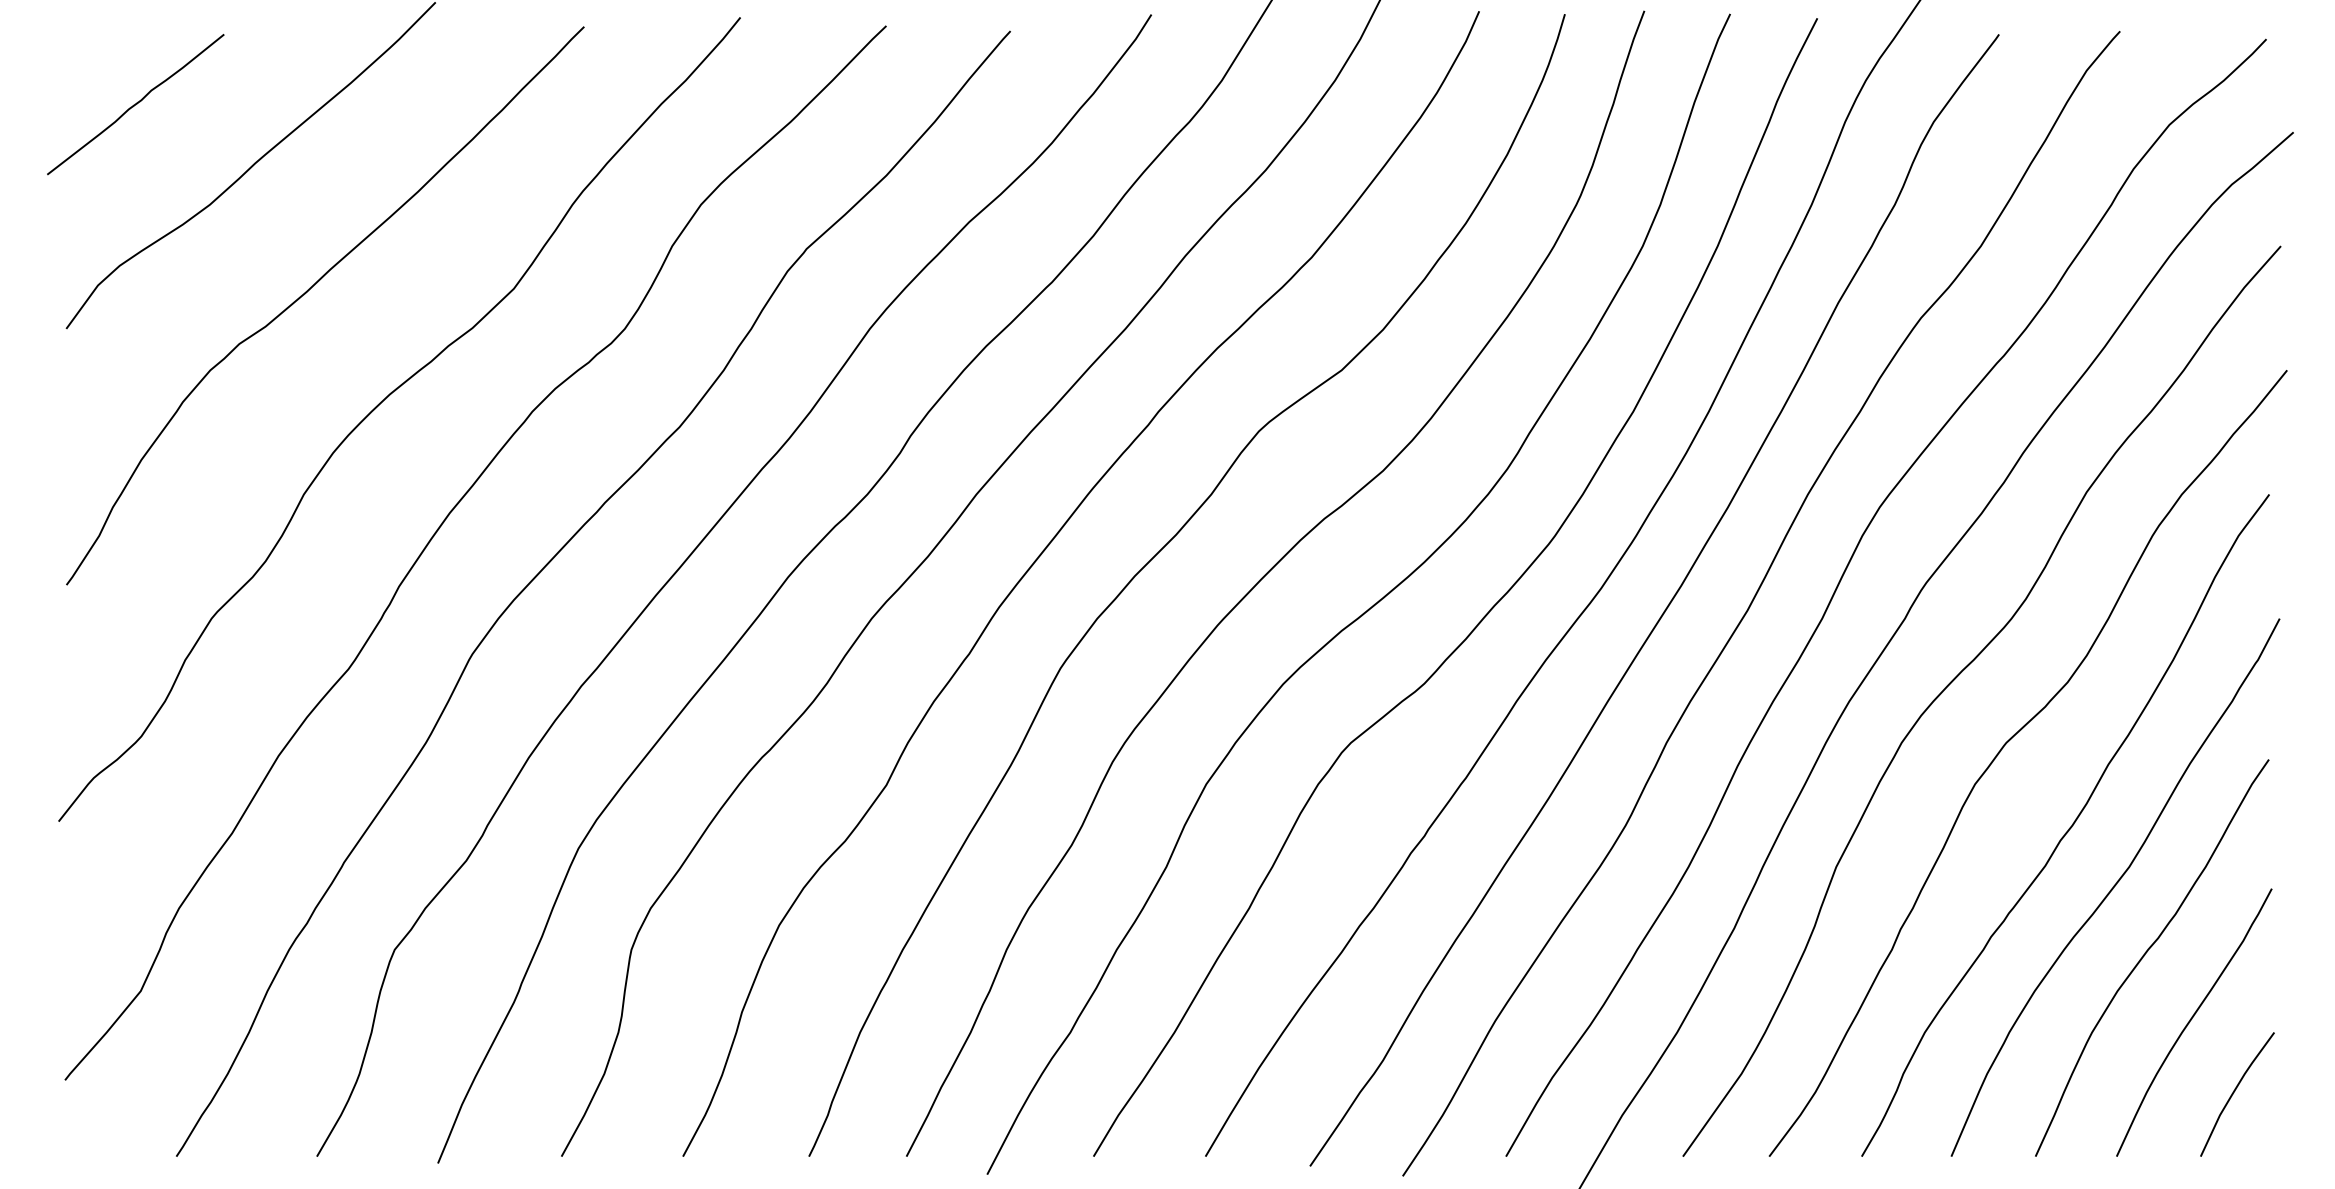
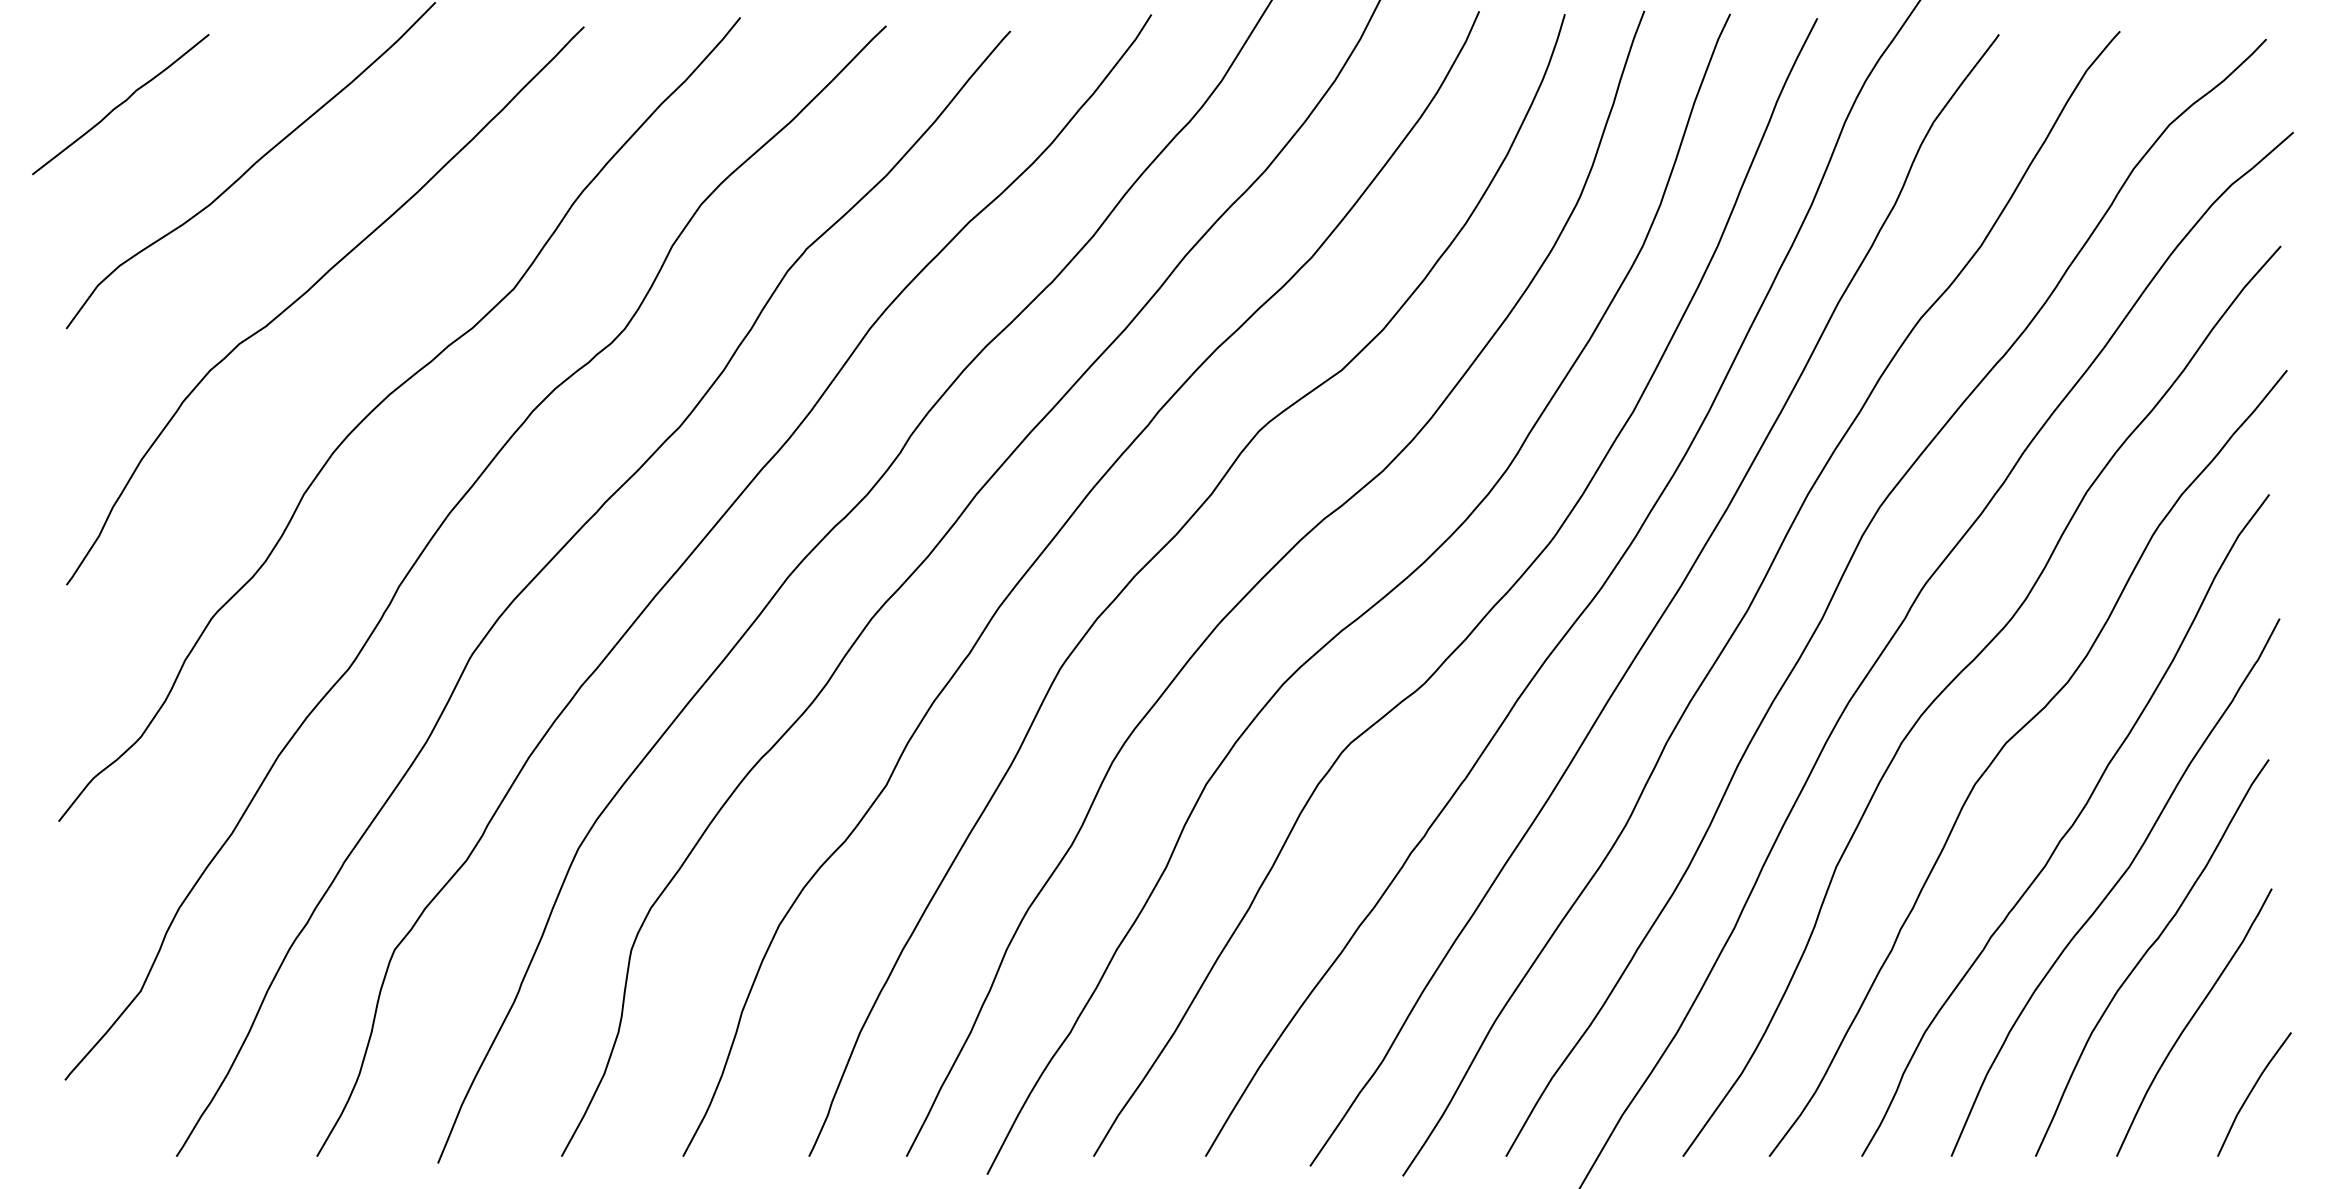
curve at (135, 104) position: (135, 104) -> (120, 104)
curve at (2235, 1091) position: (2235, 1091) -> (2252, 1091)
